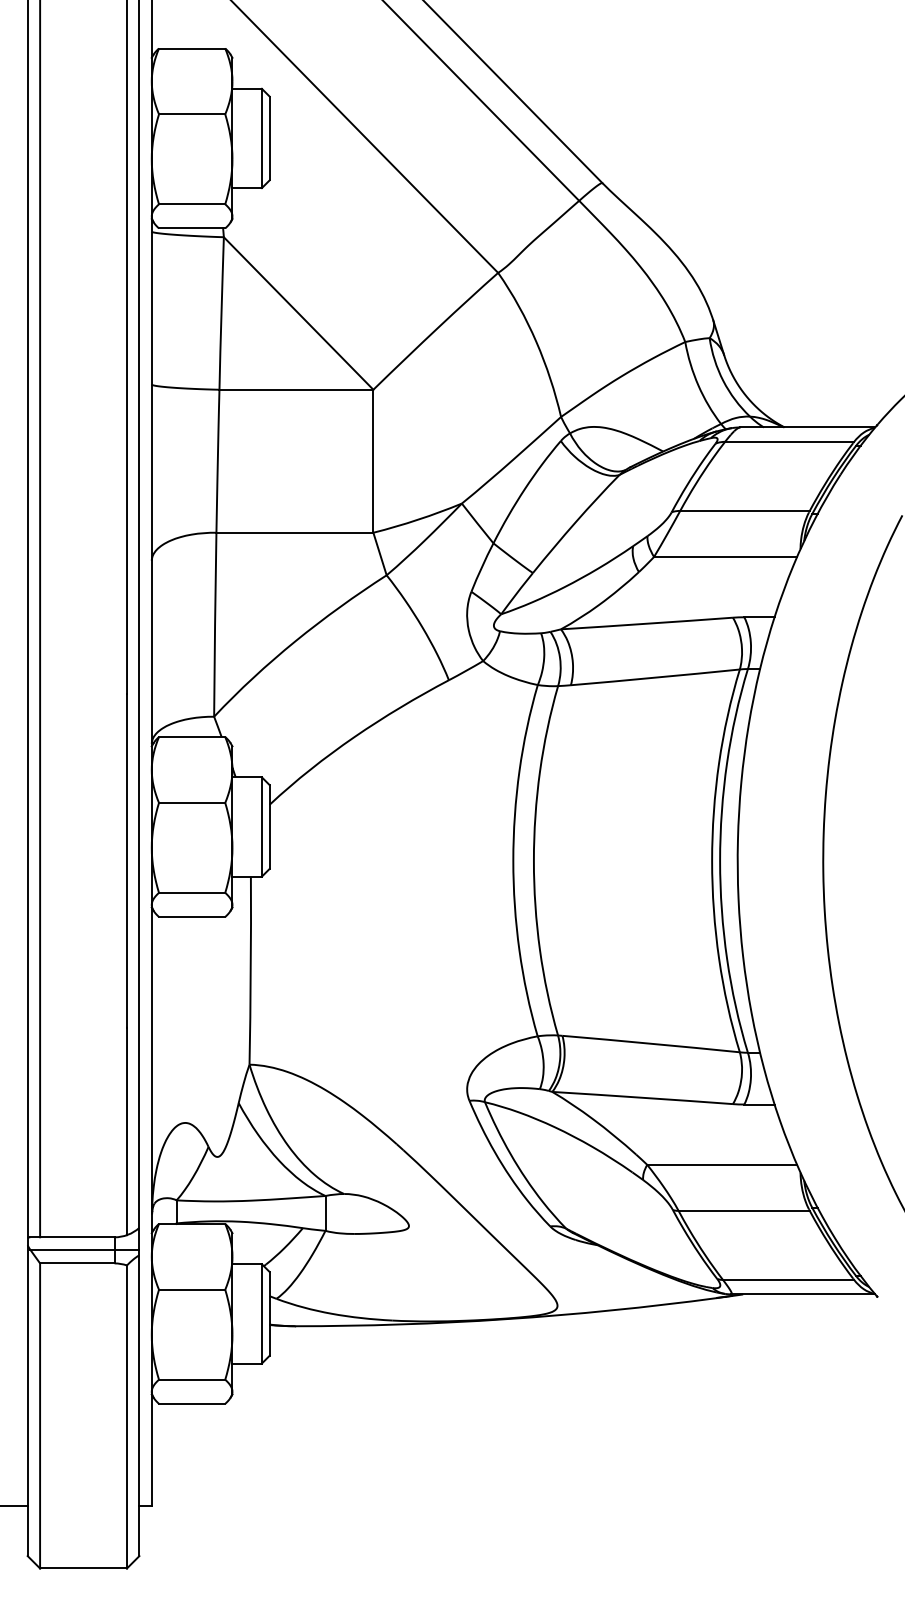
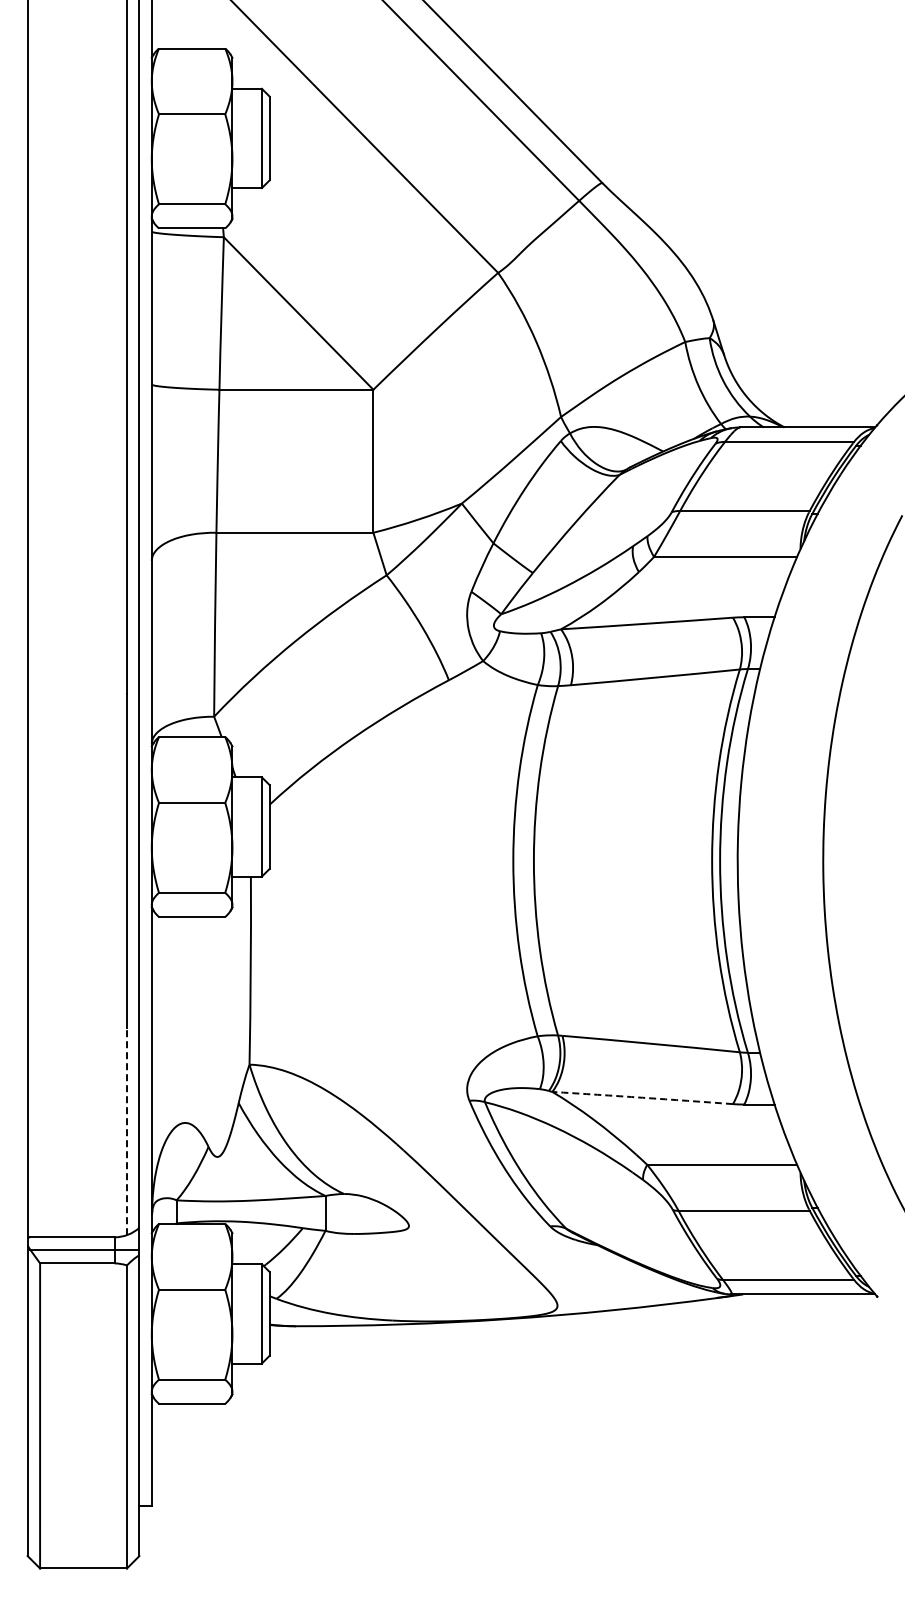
line at (40, 619): present -> none
arc at (642, 1097): solid -> dashed
line at (127, 1131): solid -> dashed
line at (14, 1506): present -> none
